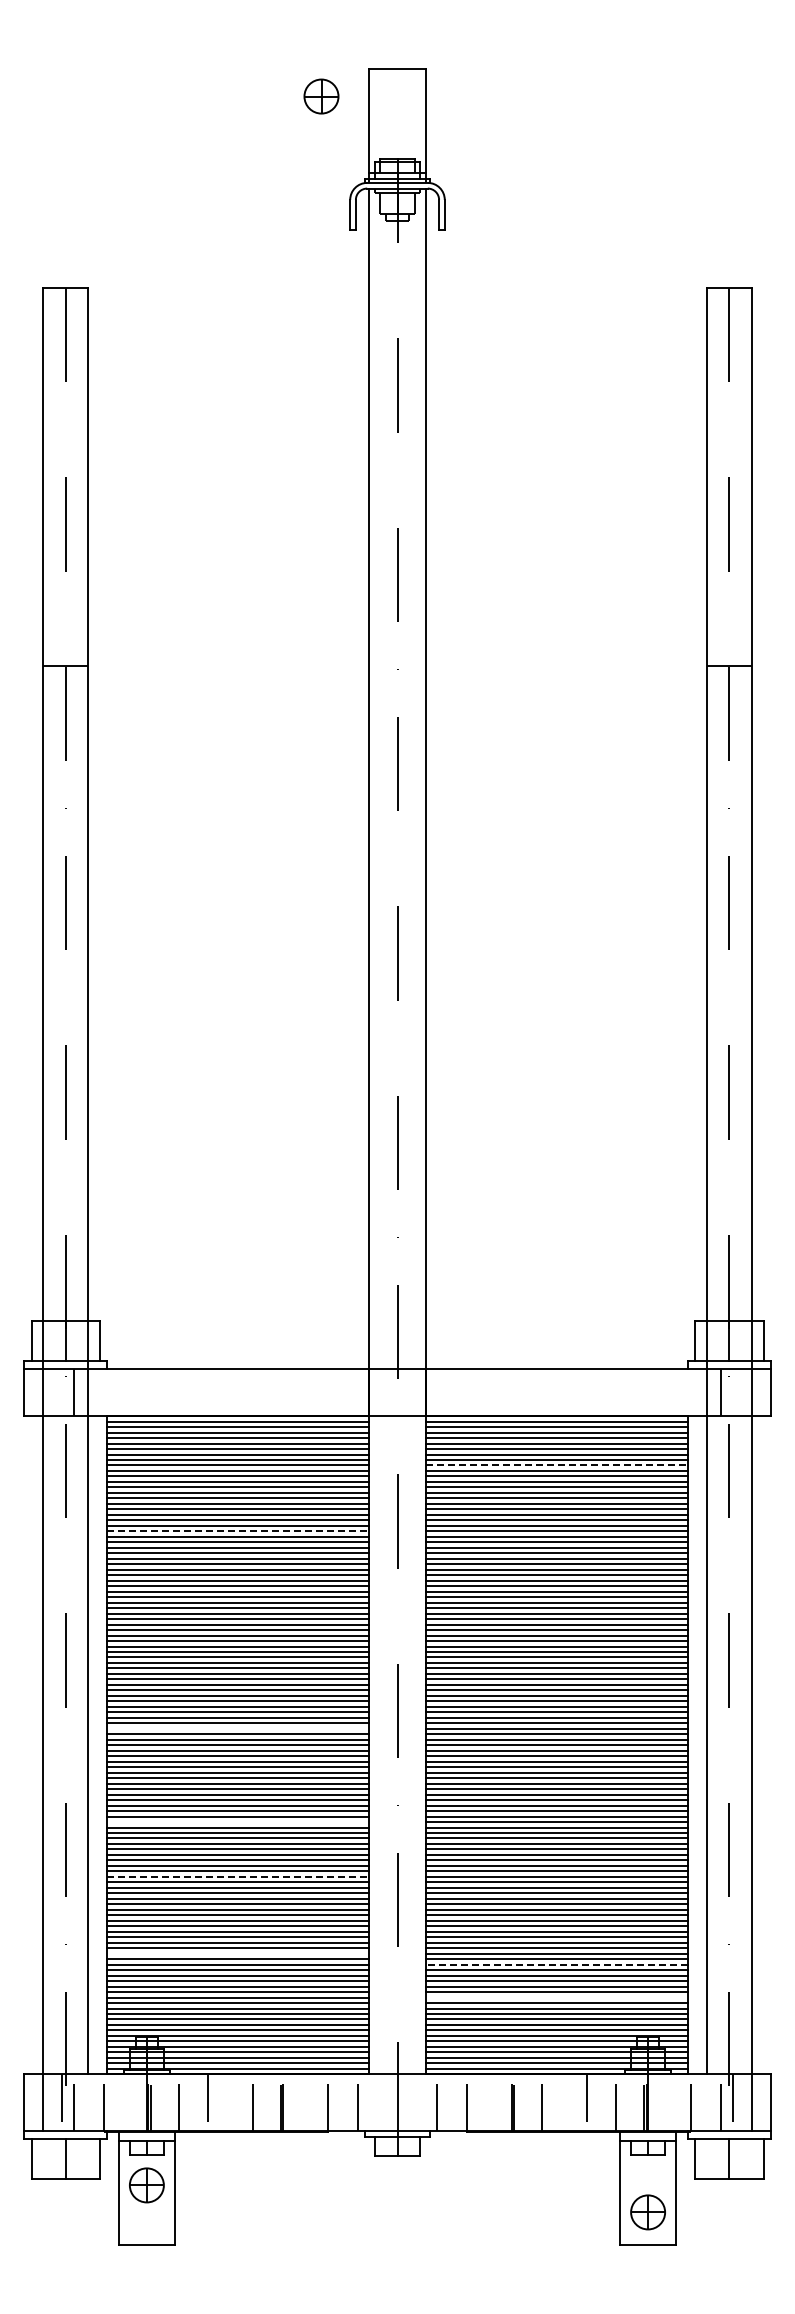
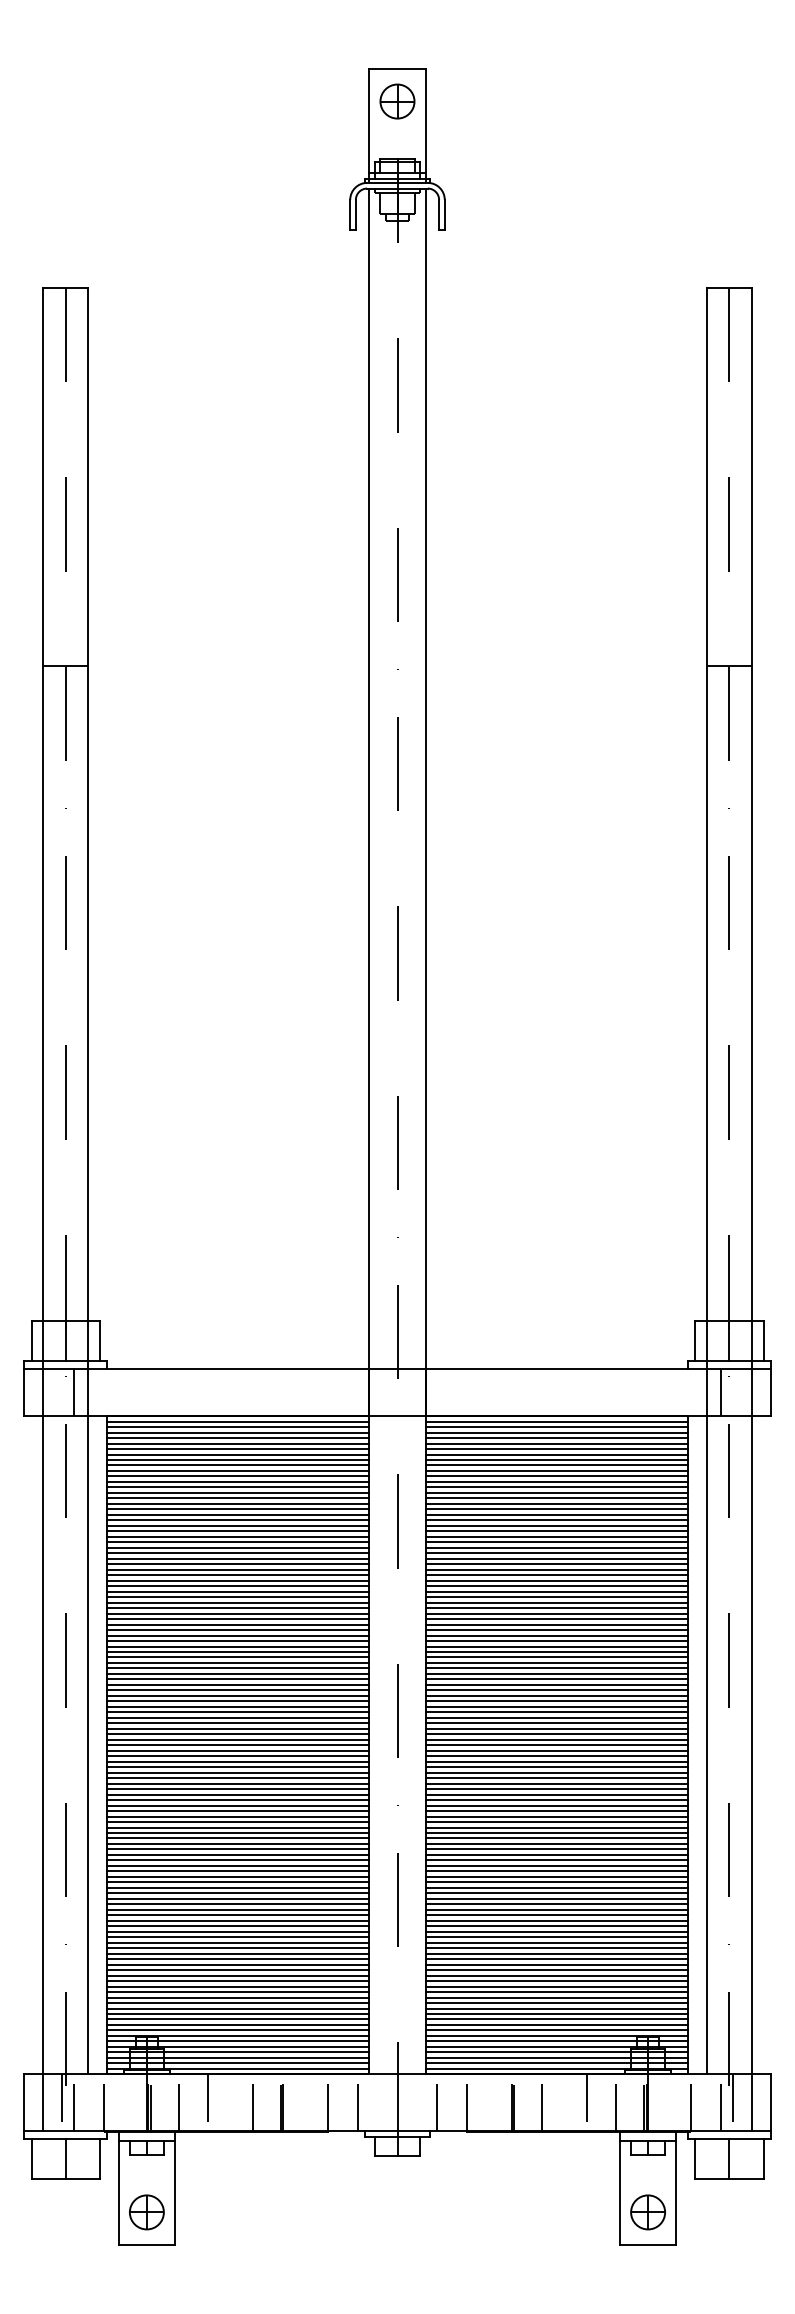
part at (321, 96) position: (321, 96) -> (397, 101)
line at (556, 1465): dashed -> solid
line at (238, 1531): dashed -> solid
line at (238, 1728): none -> present
line at (238, 1822): none -> present
line at (238, 1876): dashed -> solid
line at (238, 1953): none -> present
line at (556, 1964): dashed -> solid
line at (556, 1997): none -> present
part at (146, 2185) position: (146, 2185) -> (146, 2212)
